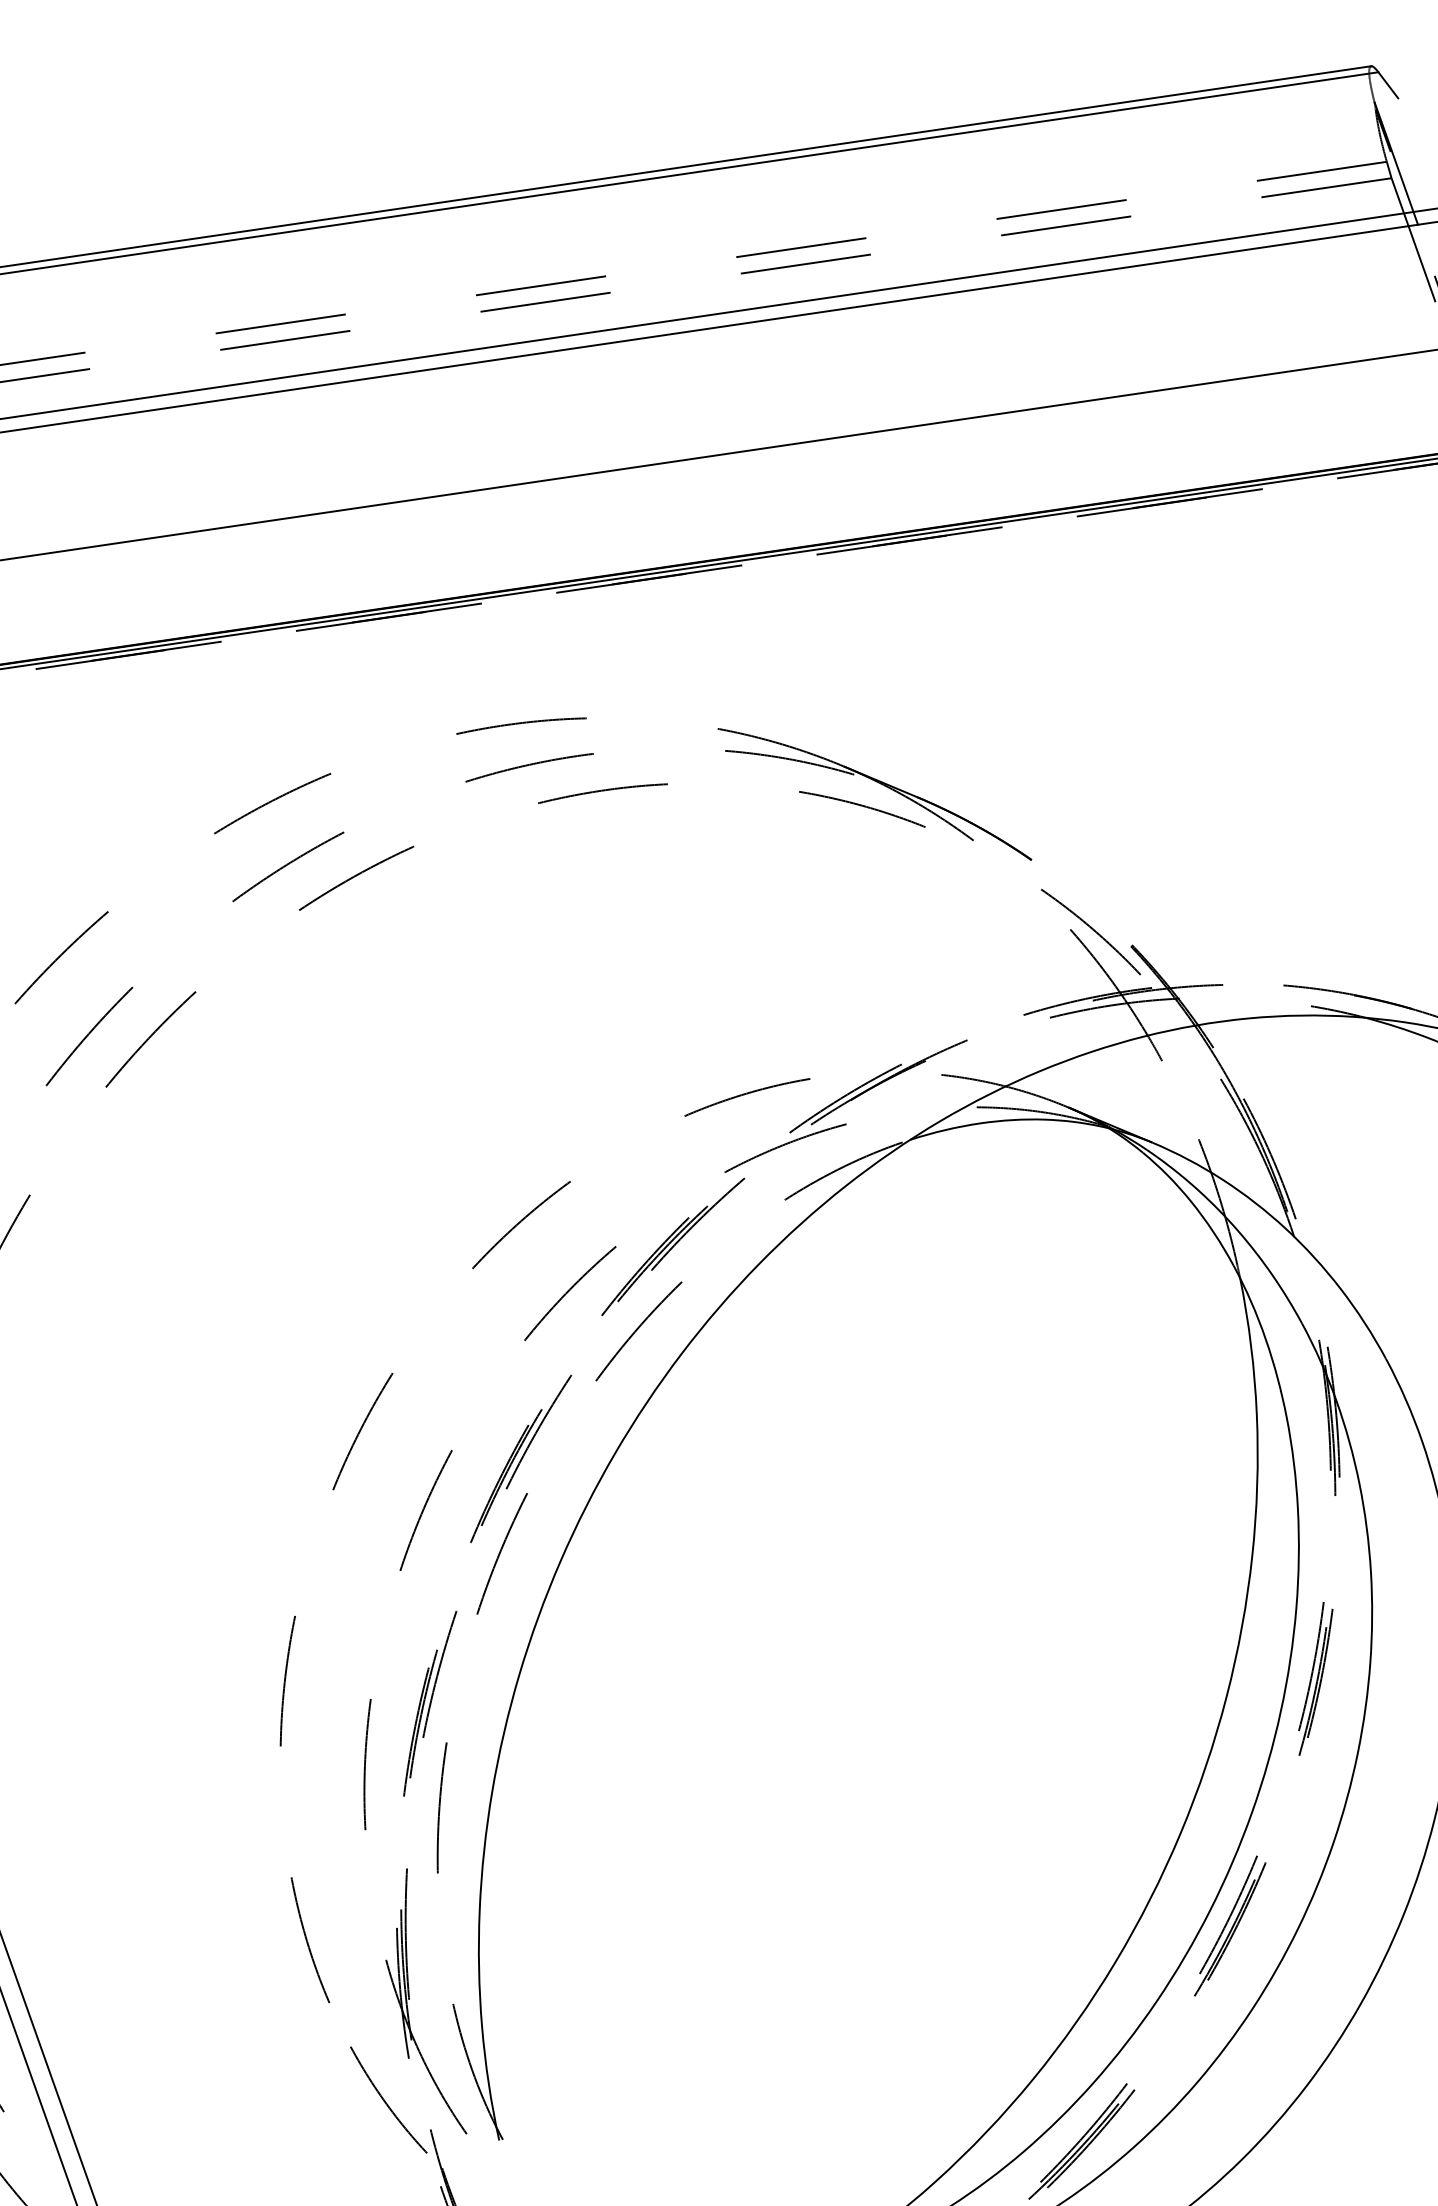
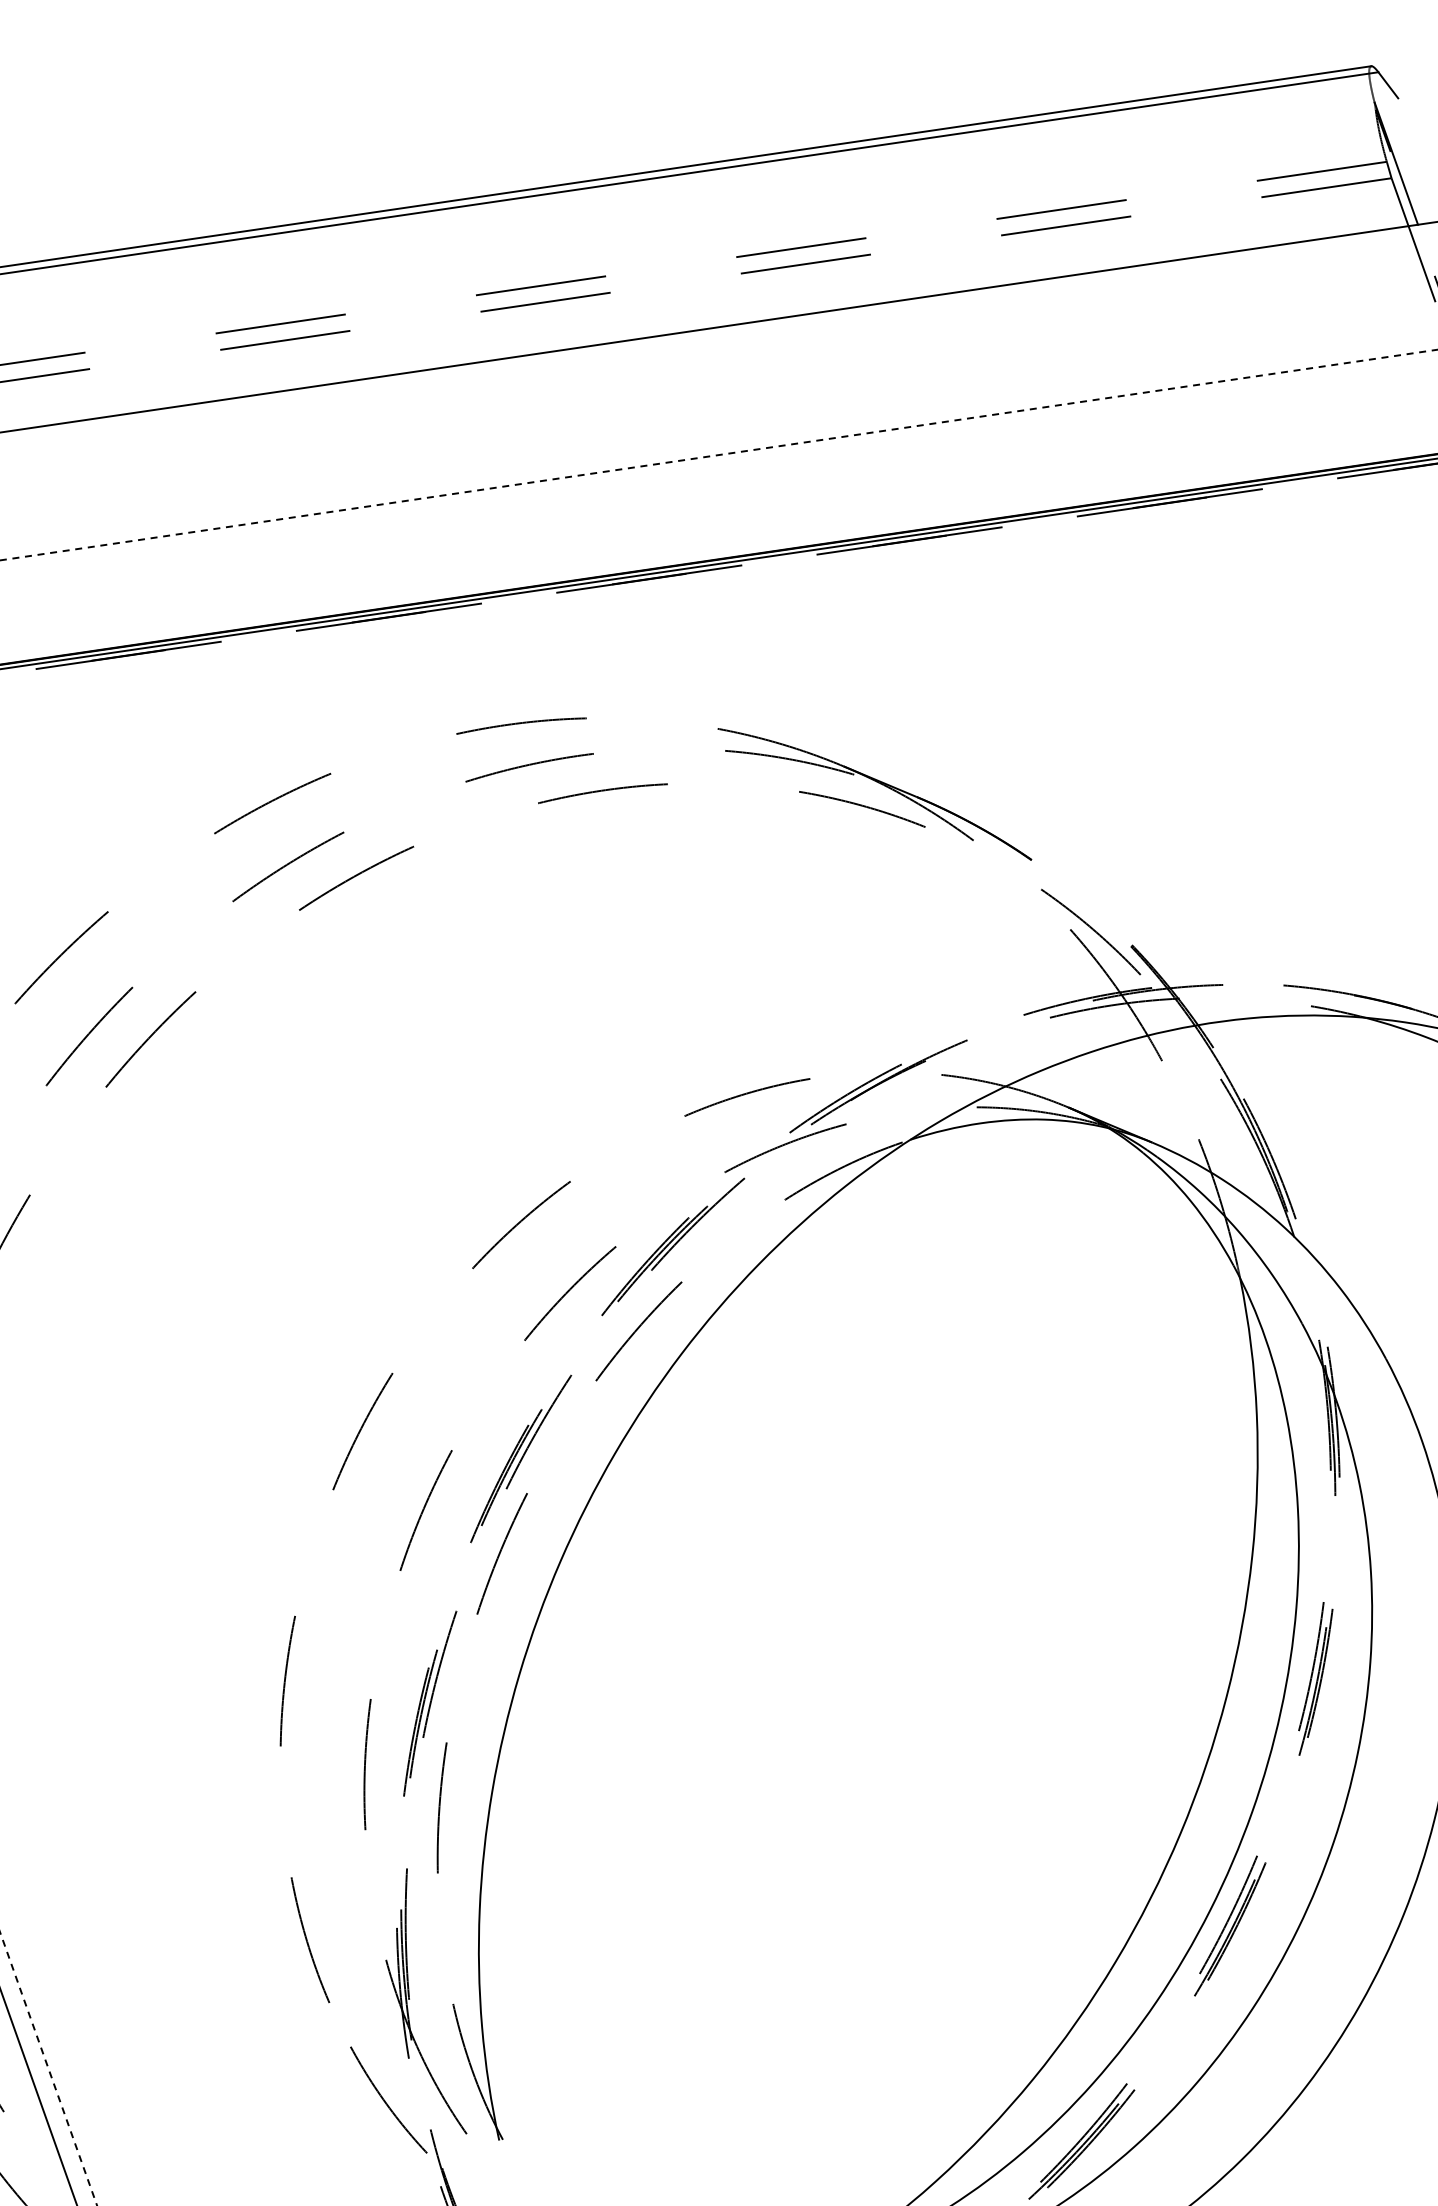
line at (718, 313): present -> none
line at (718, 455): solid -> dashed
line at (48, 2068): solid -> dashed
